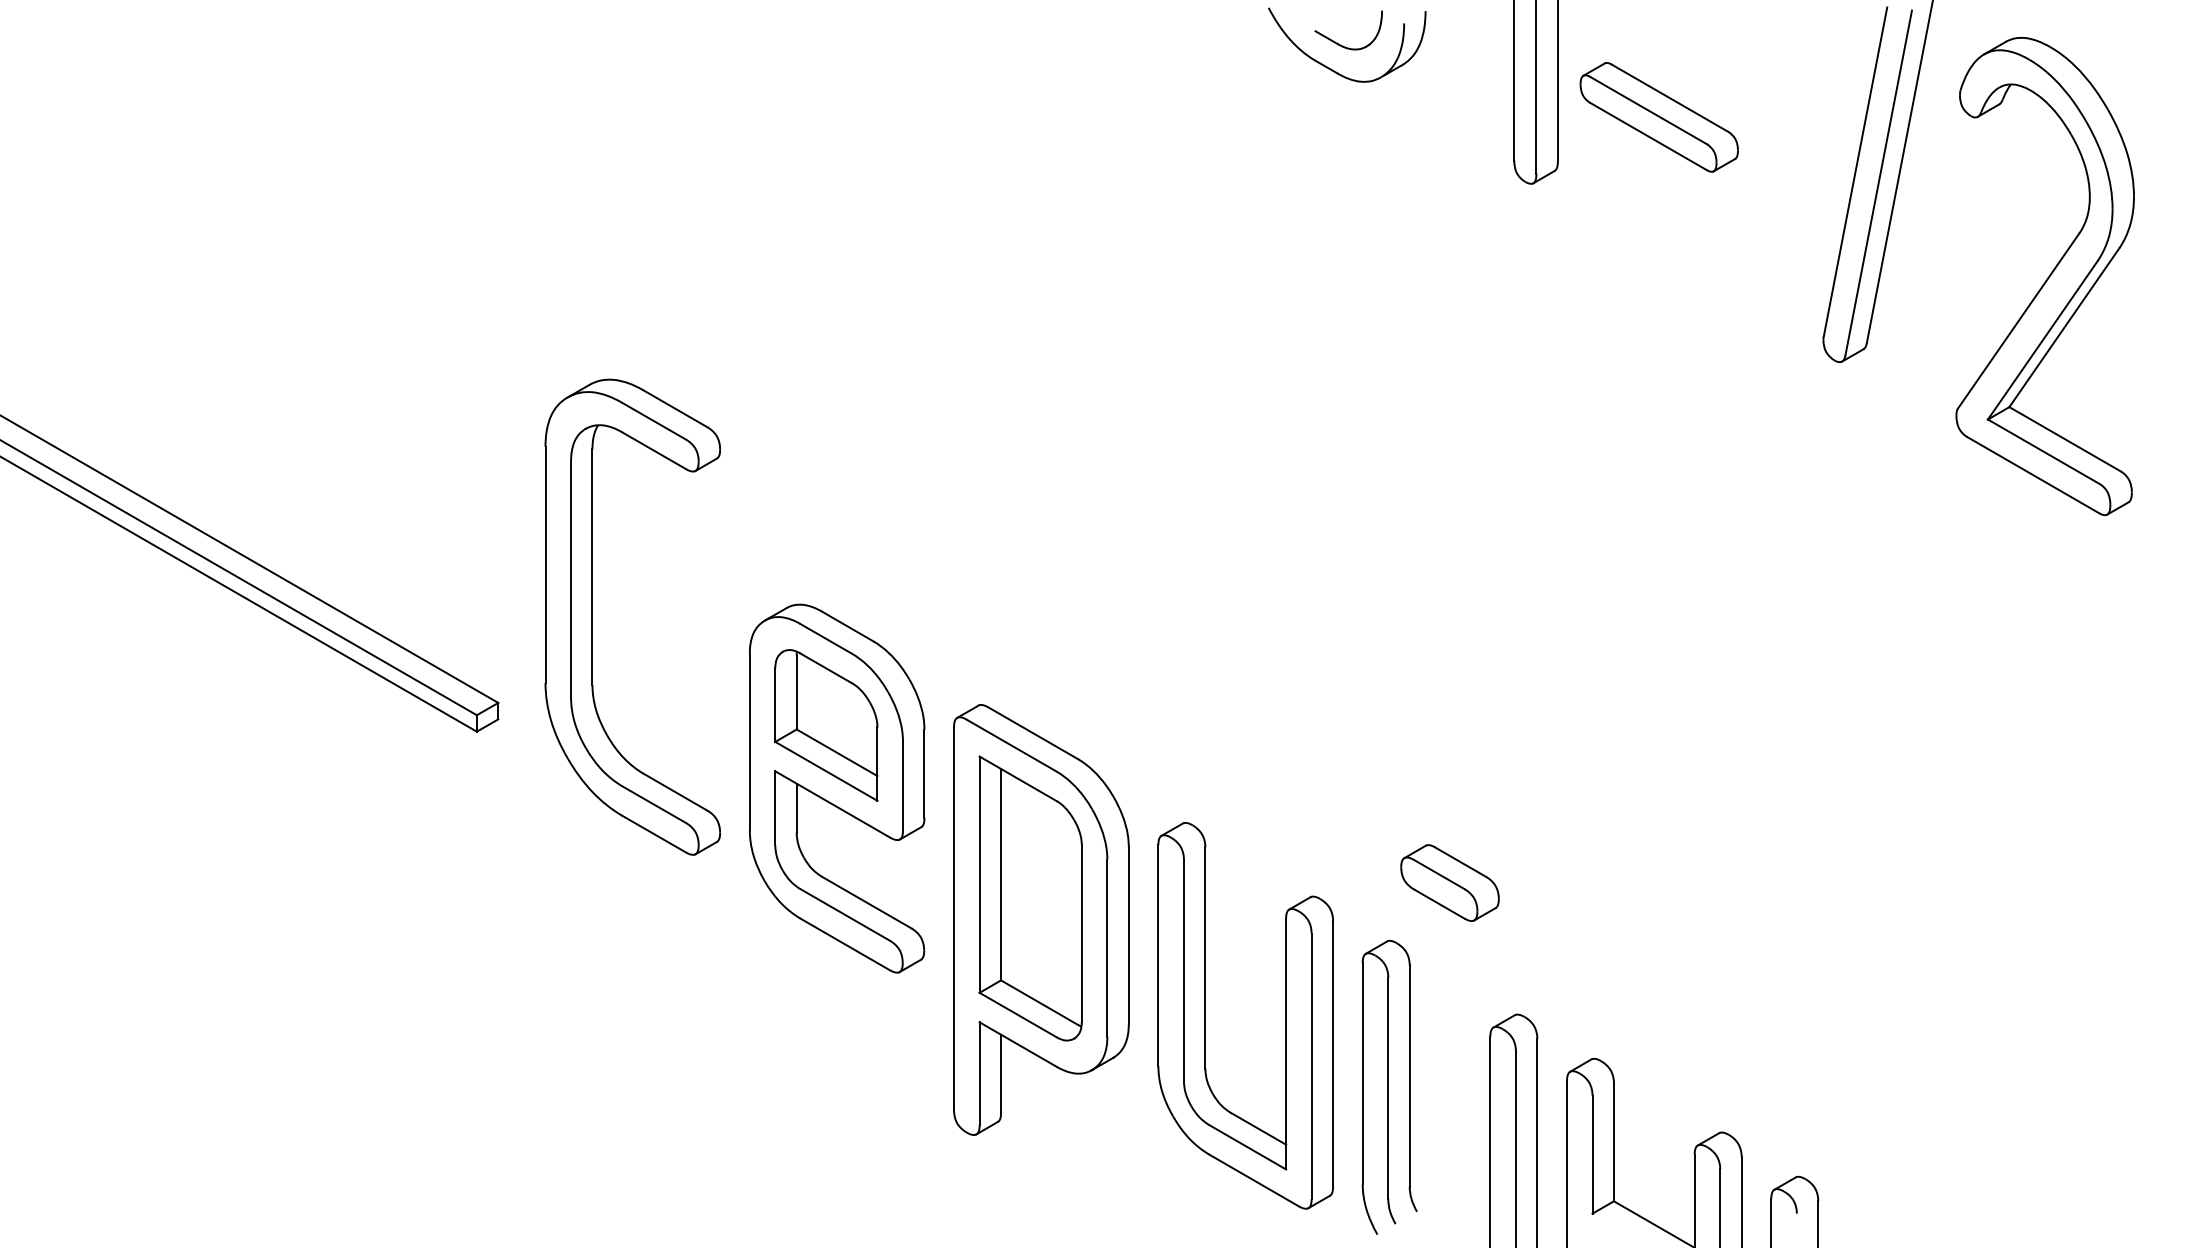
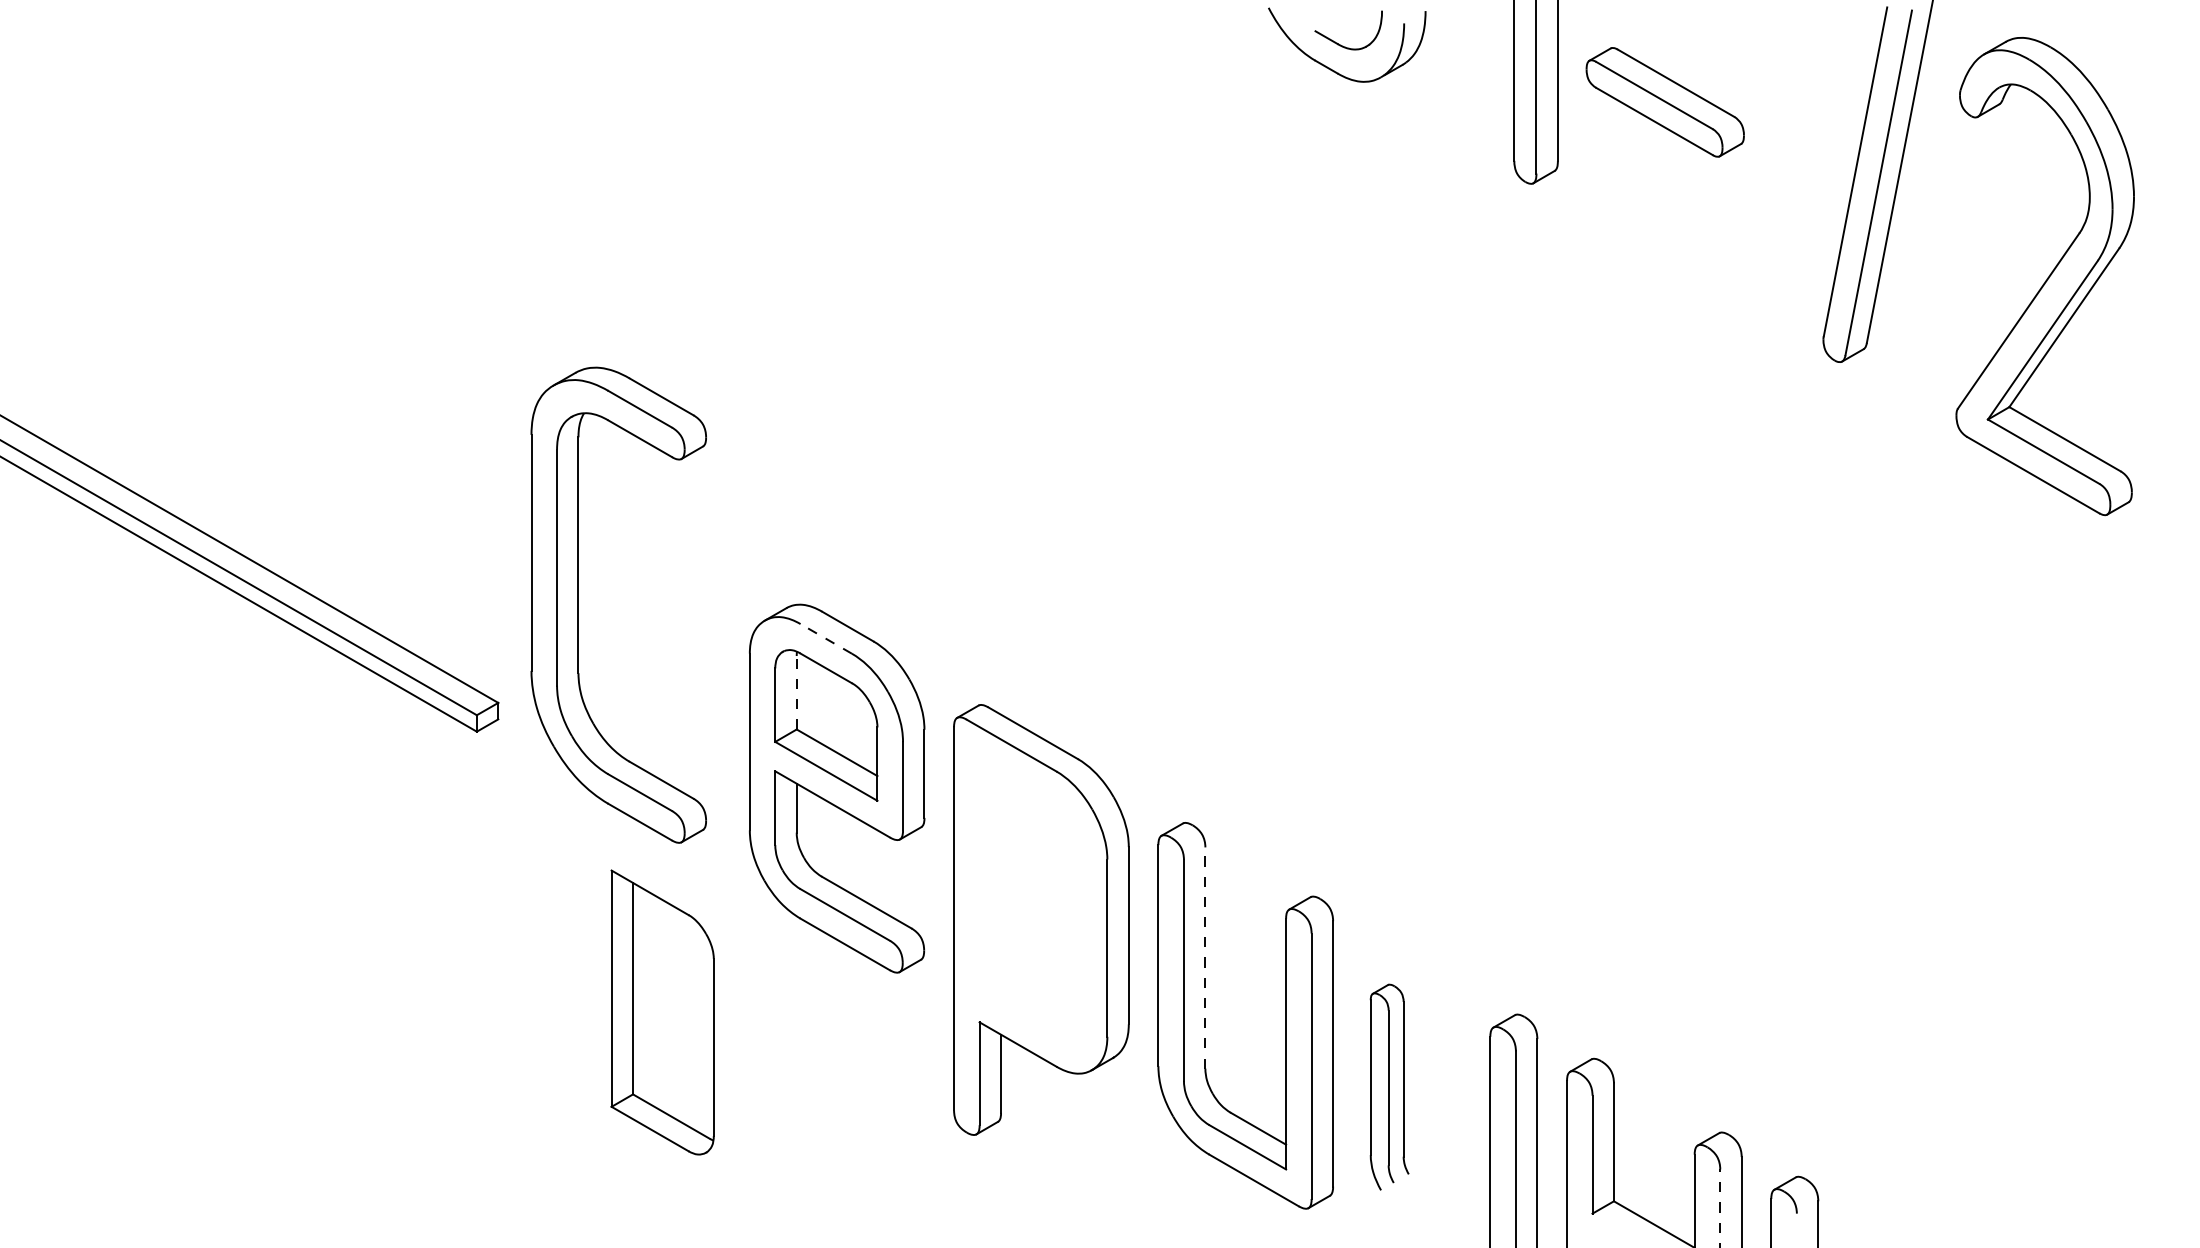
part at (1658, 117) position: (1658, 117) -> (1664, 102)
part at (592, 616) position: (592, 616) -> (578, 604)
line at (826, 638): solid -> dashed
line at (796, 692): solid -> dashed
part at (1449, 882): present -> none
part at (1030, 898) position: (1030, 898) -> (662, 1012)
line at (1205, 958): solid -> dashed
part at (1389, 1086) size: 57x296 px -> 41x208 px
line at (1720, 1208): solid -> dashed
